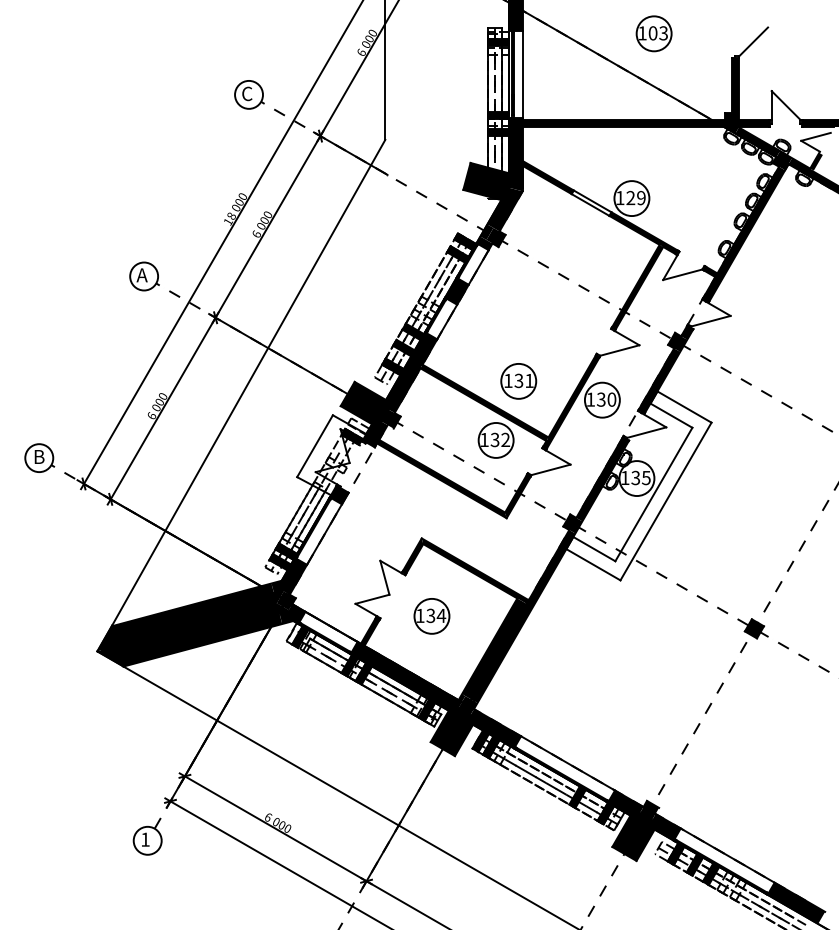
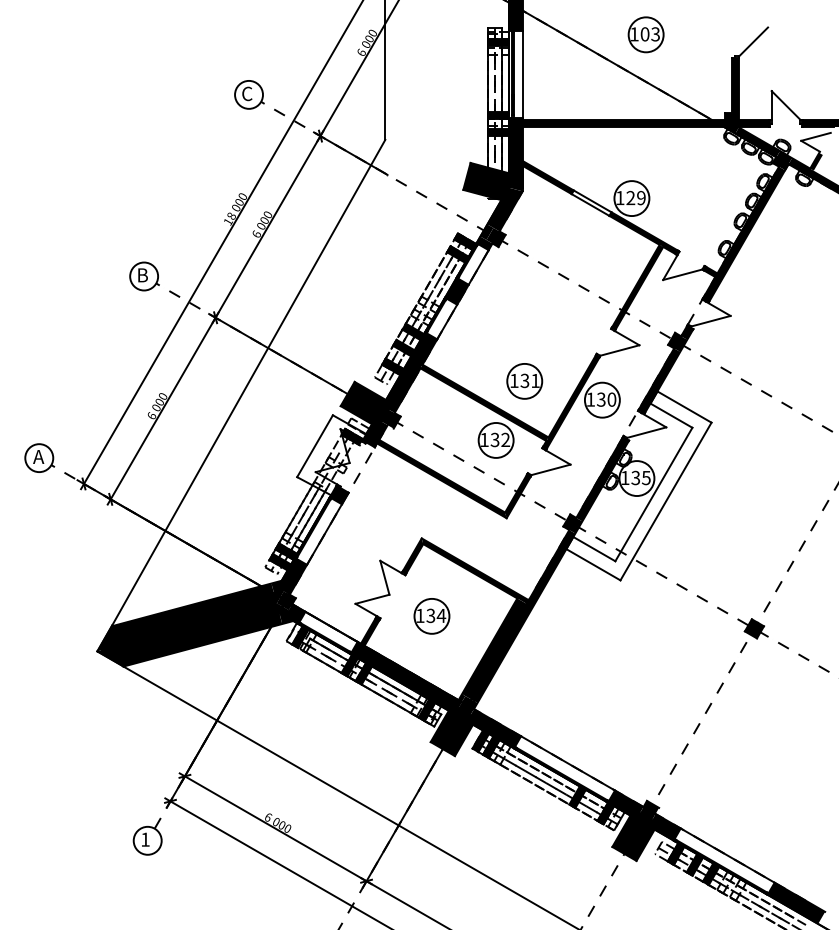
part at (653, 33) position: (653, 33) -> (645, 34)
text at (141, 275): А -> B
part at (518, 381) position: (518, 381) -> (524, 381)
text at (38, 456): B -> А
